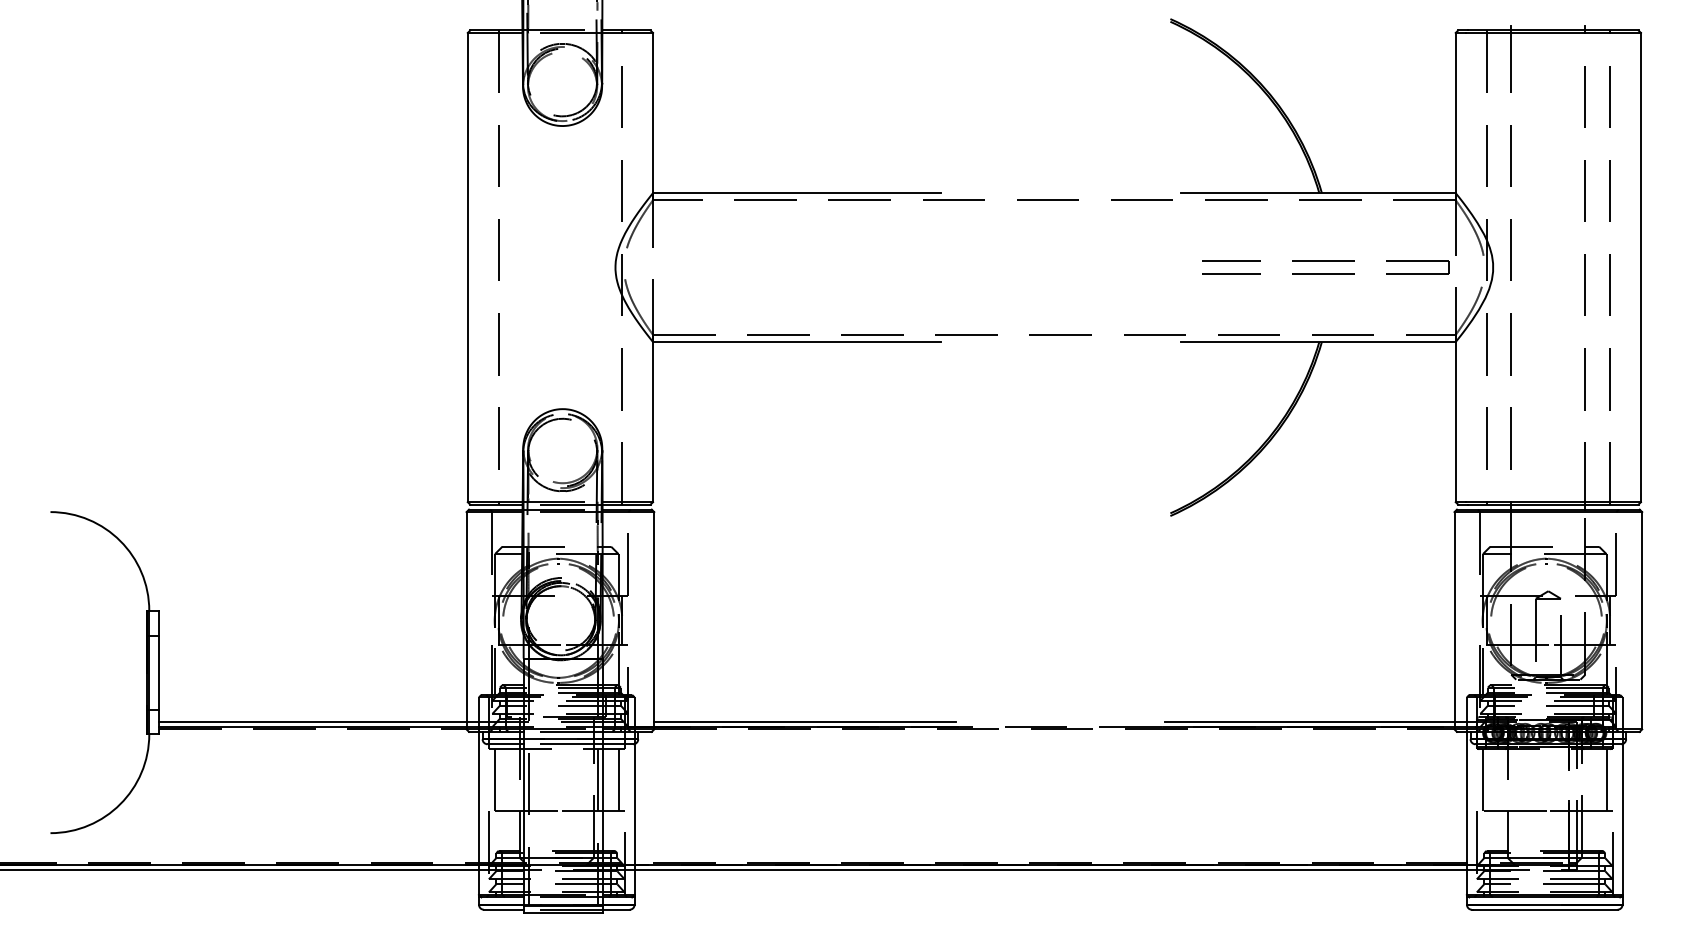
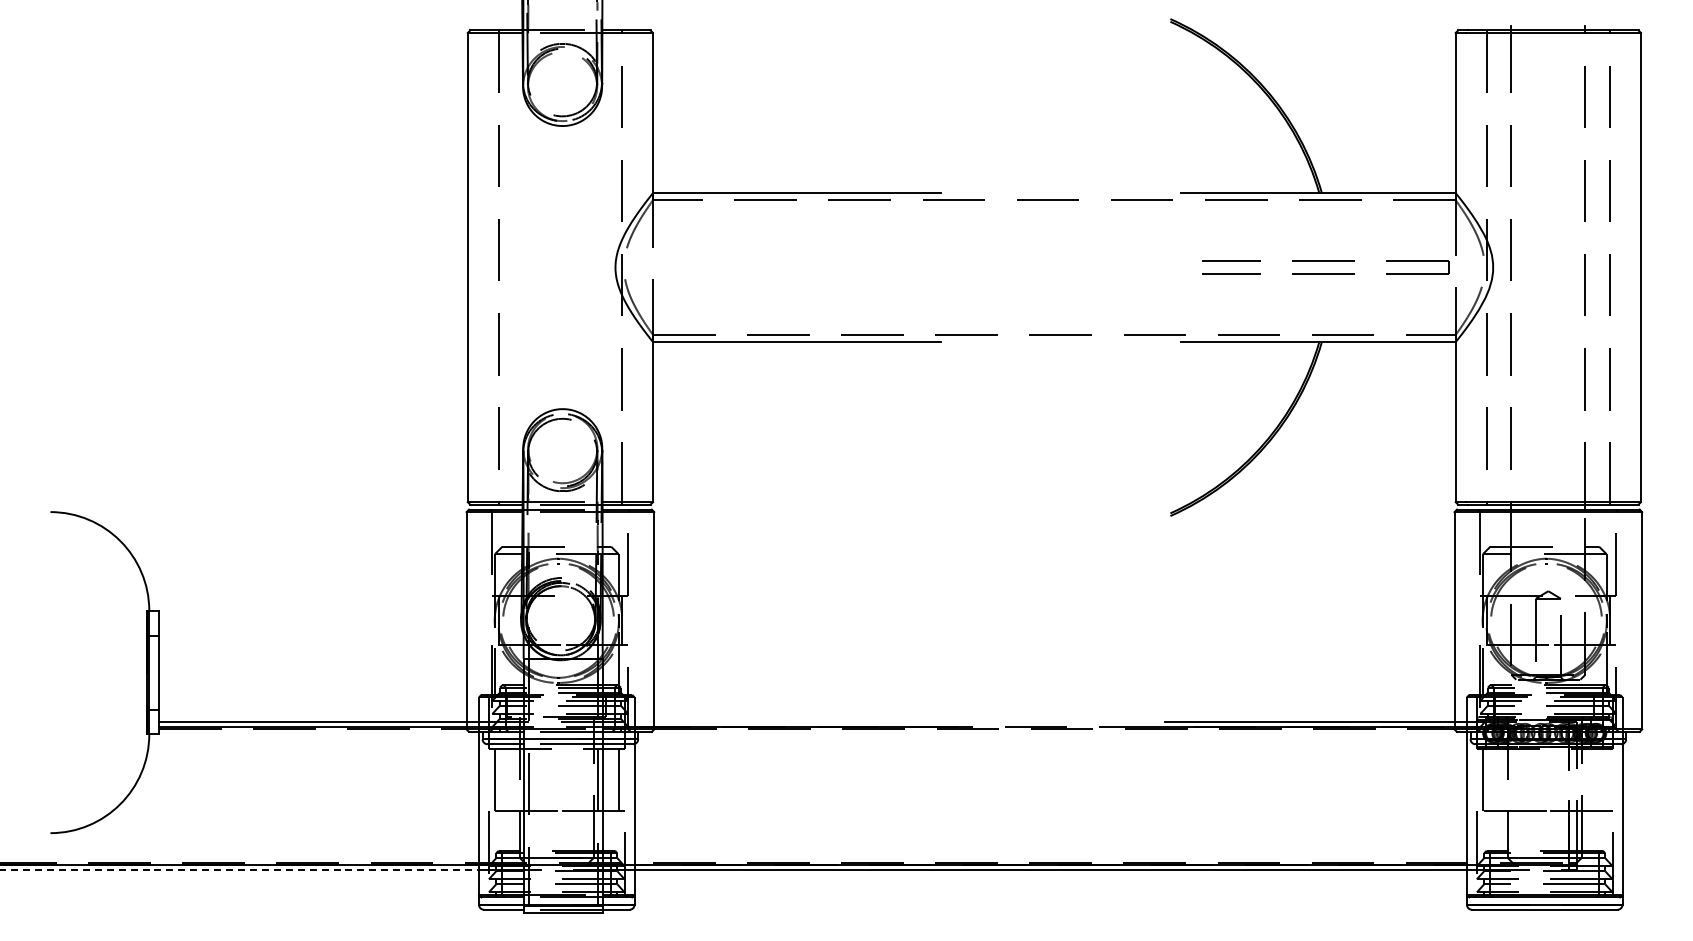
line at (805, 722): present -> none
line at (1606, 779): present -> none
line at (240, 870): solid -> dashed
